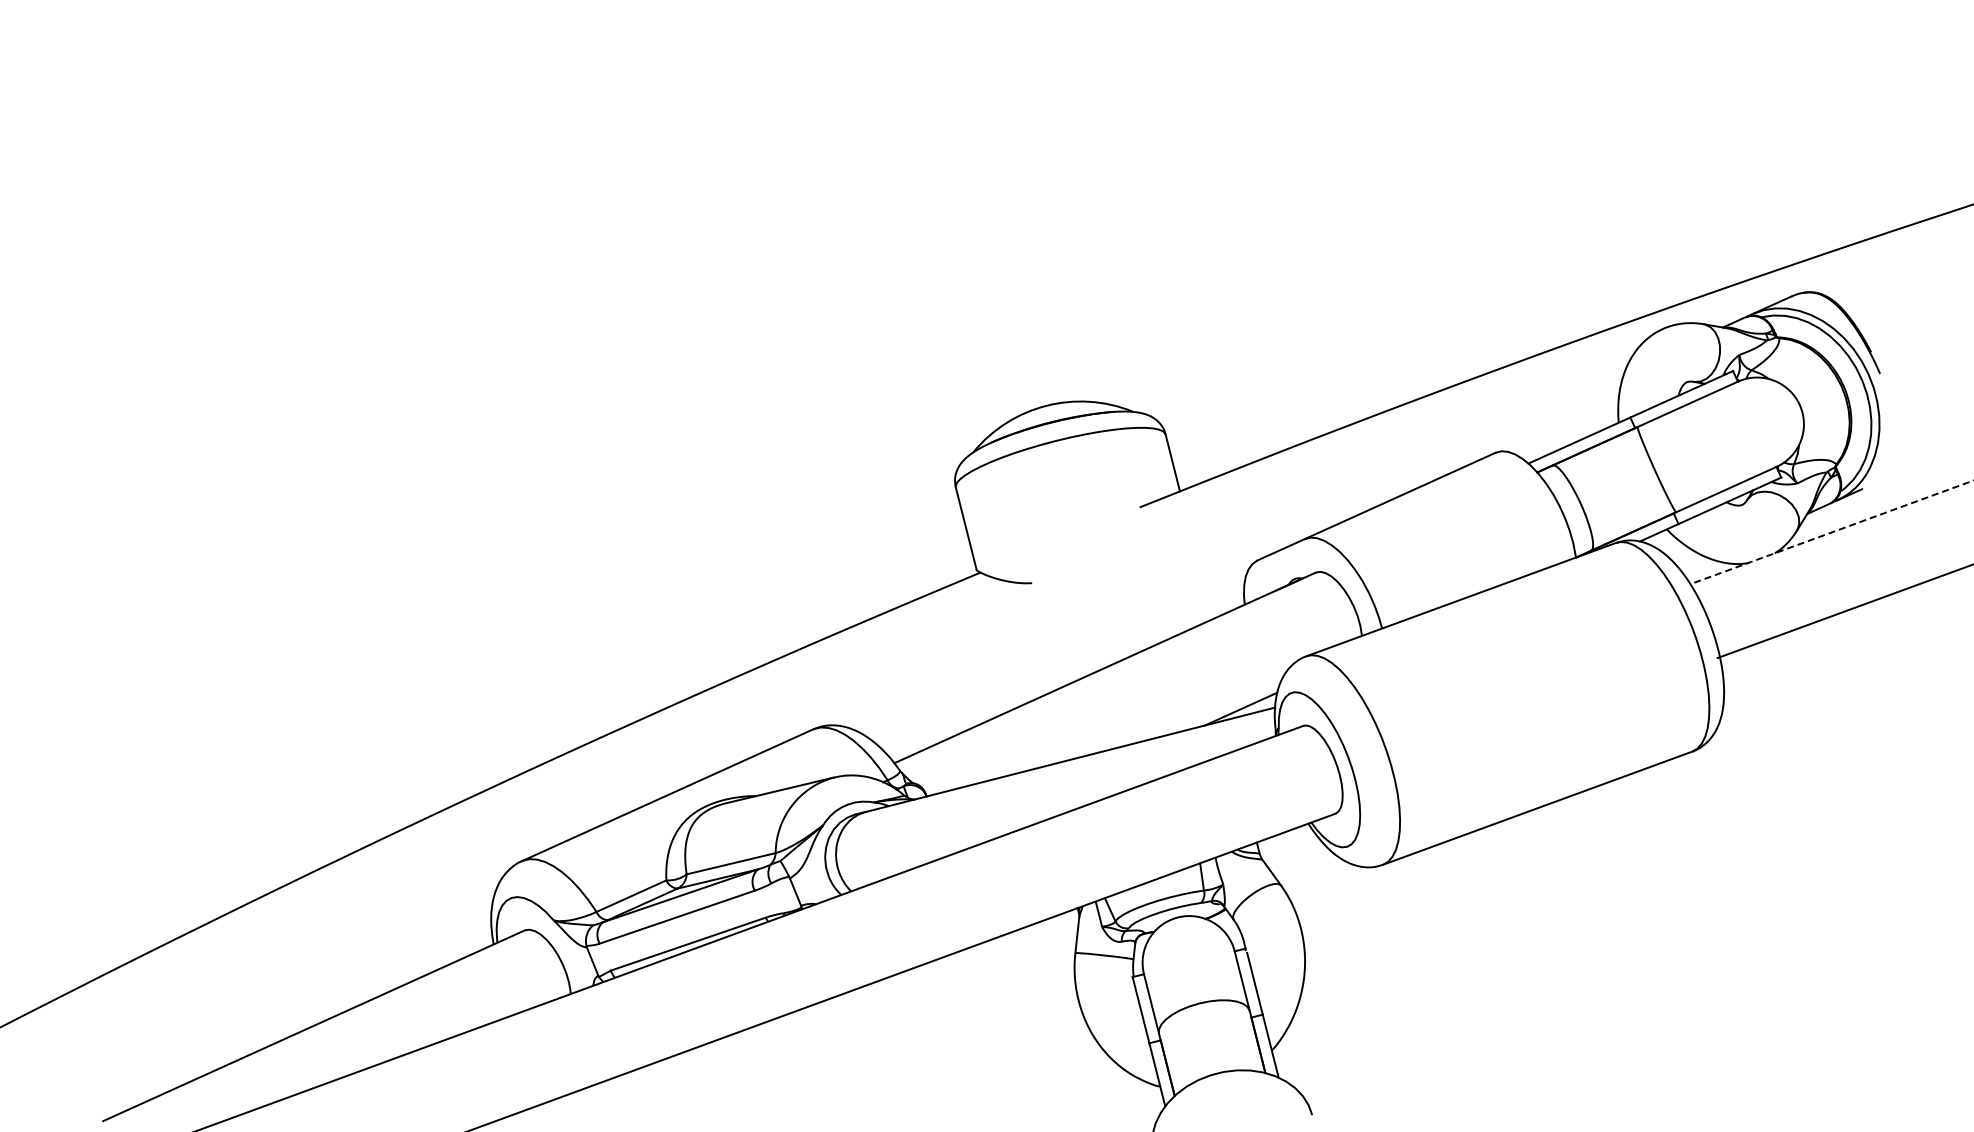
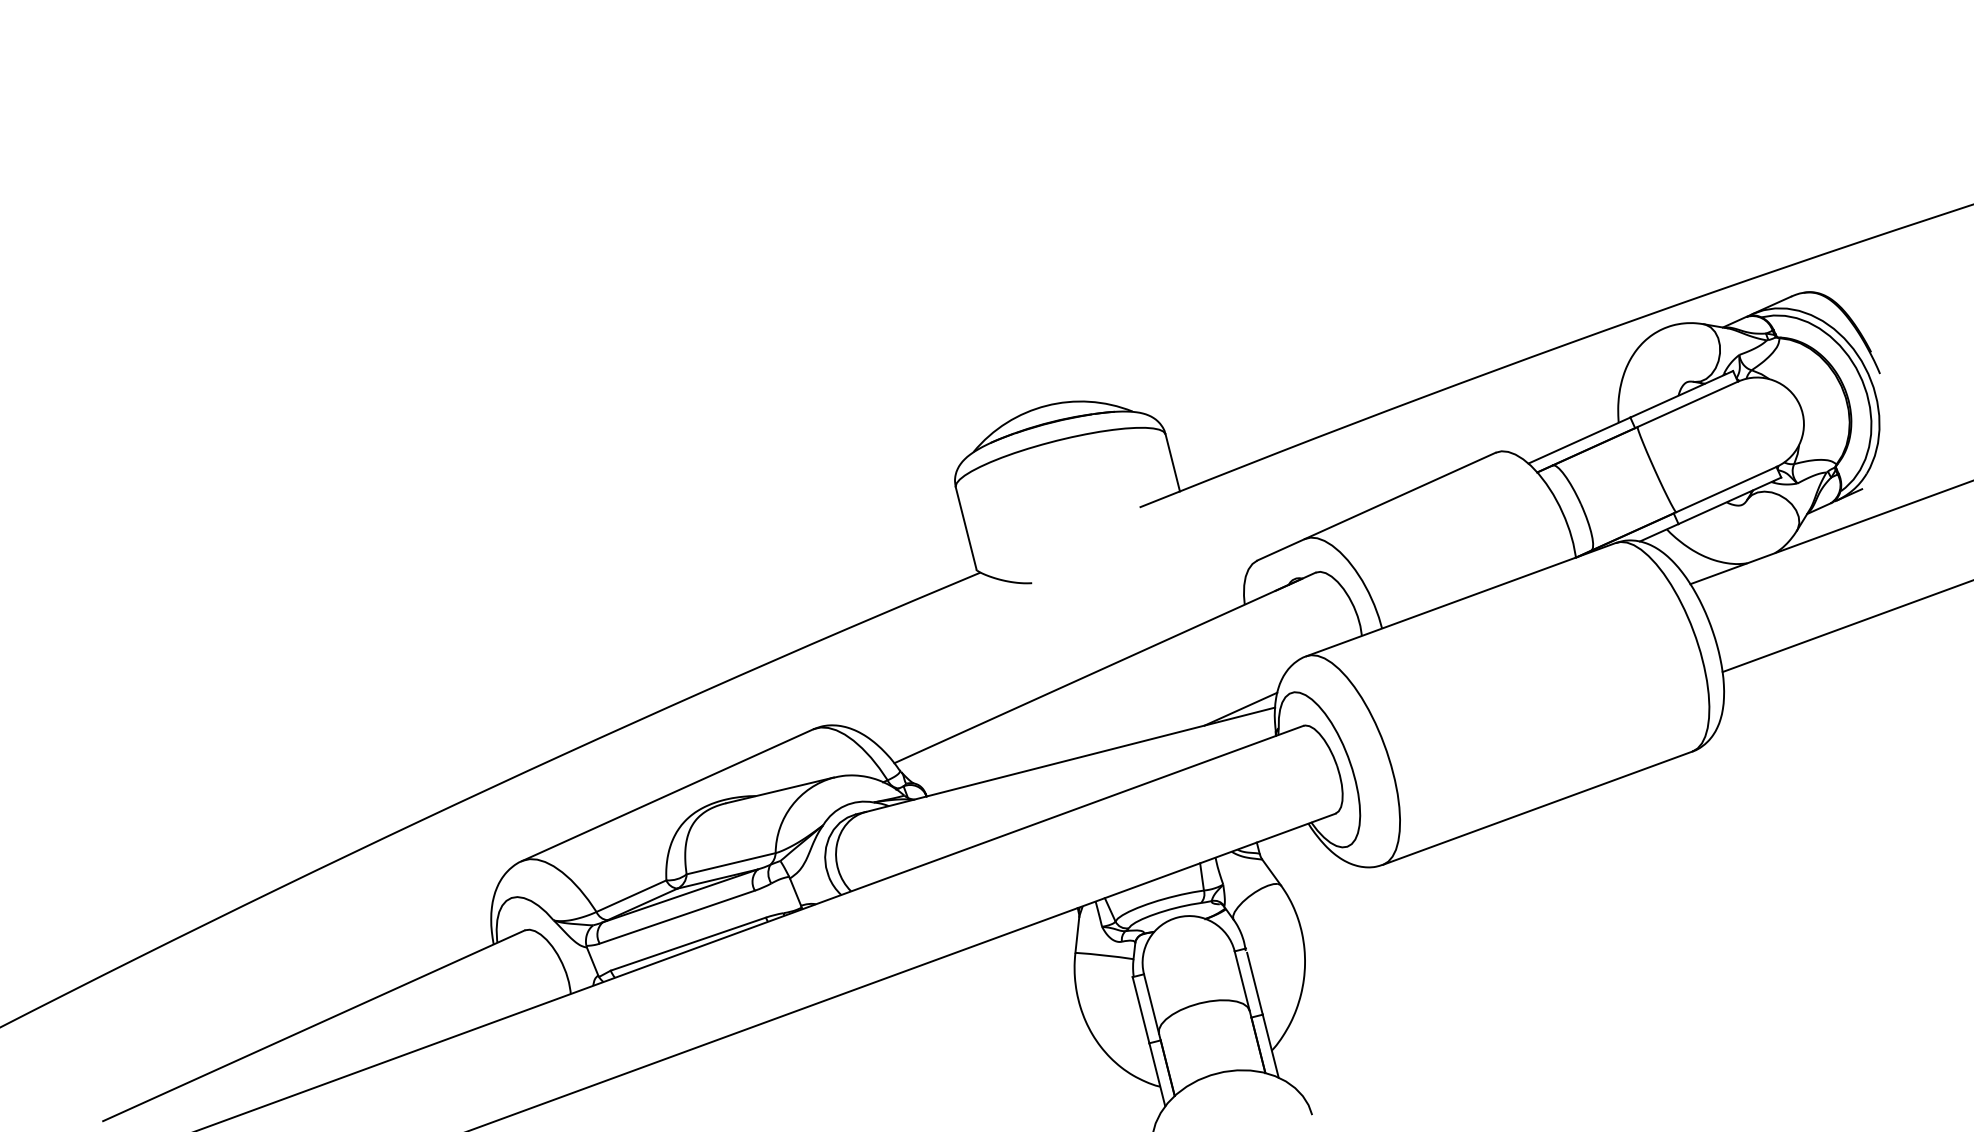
line at (1832, 532): dashed -> solid
line at (1843, 611) position: (1843, 611) -> (1846, 626)
